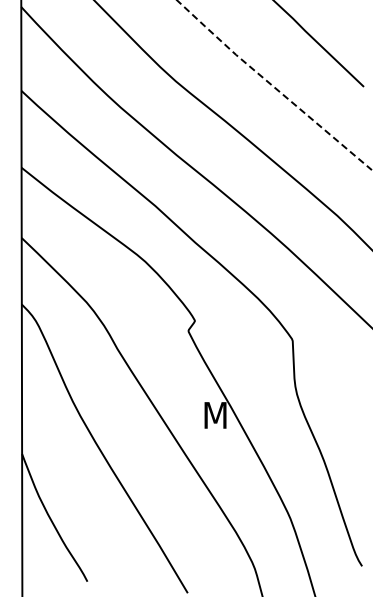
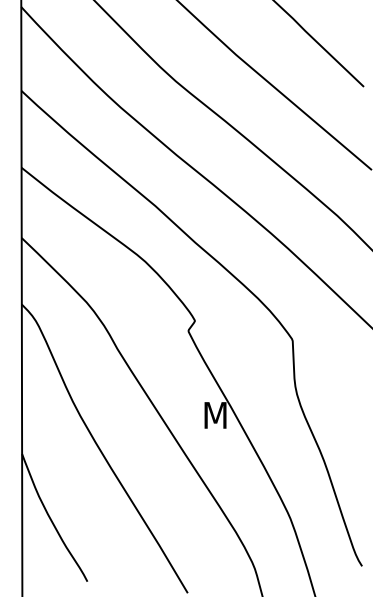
line at (272, 85): dashed -> solid
